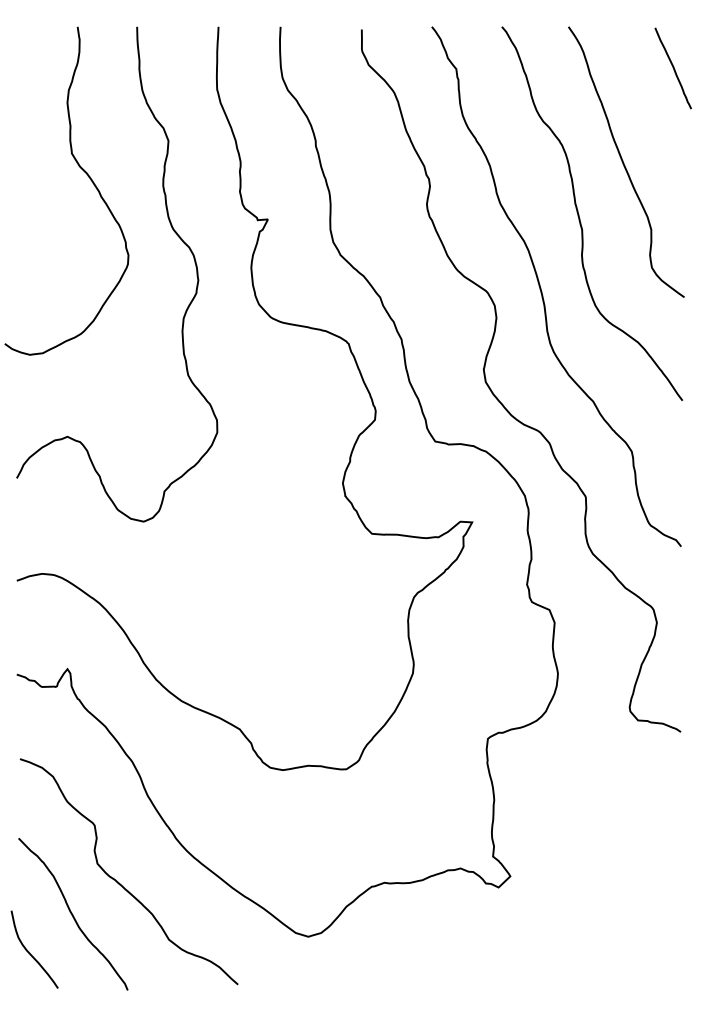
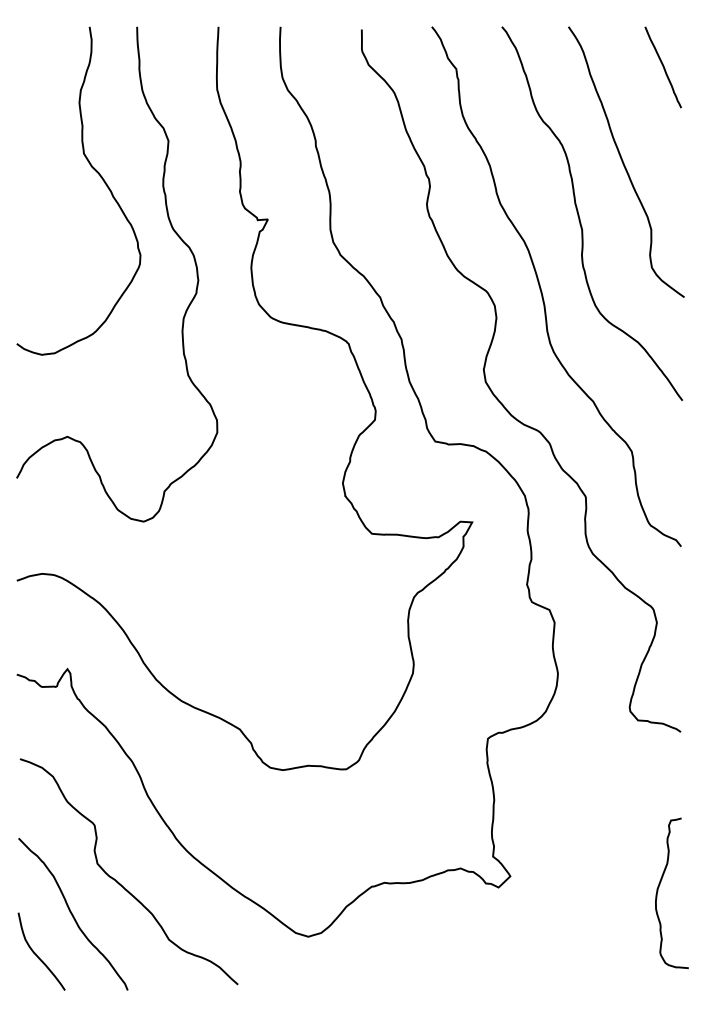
line at (672, 67) position: (672, 67) -> (662, 66)
curve at (87, 176) position: (87, 176) -> (99, 176)
curve at (658, 891): none -> present
curve at (29, 951) position: (29, 951) -> (36, 953)
